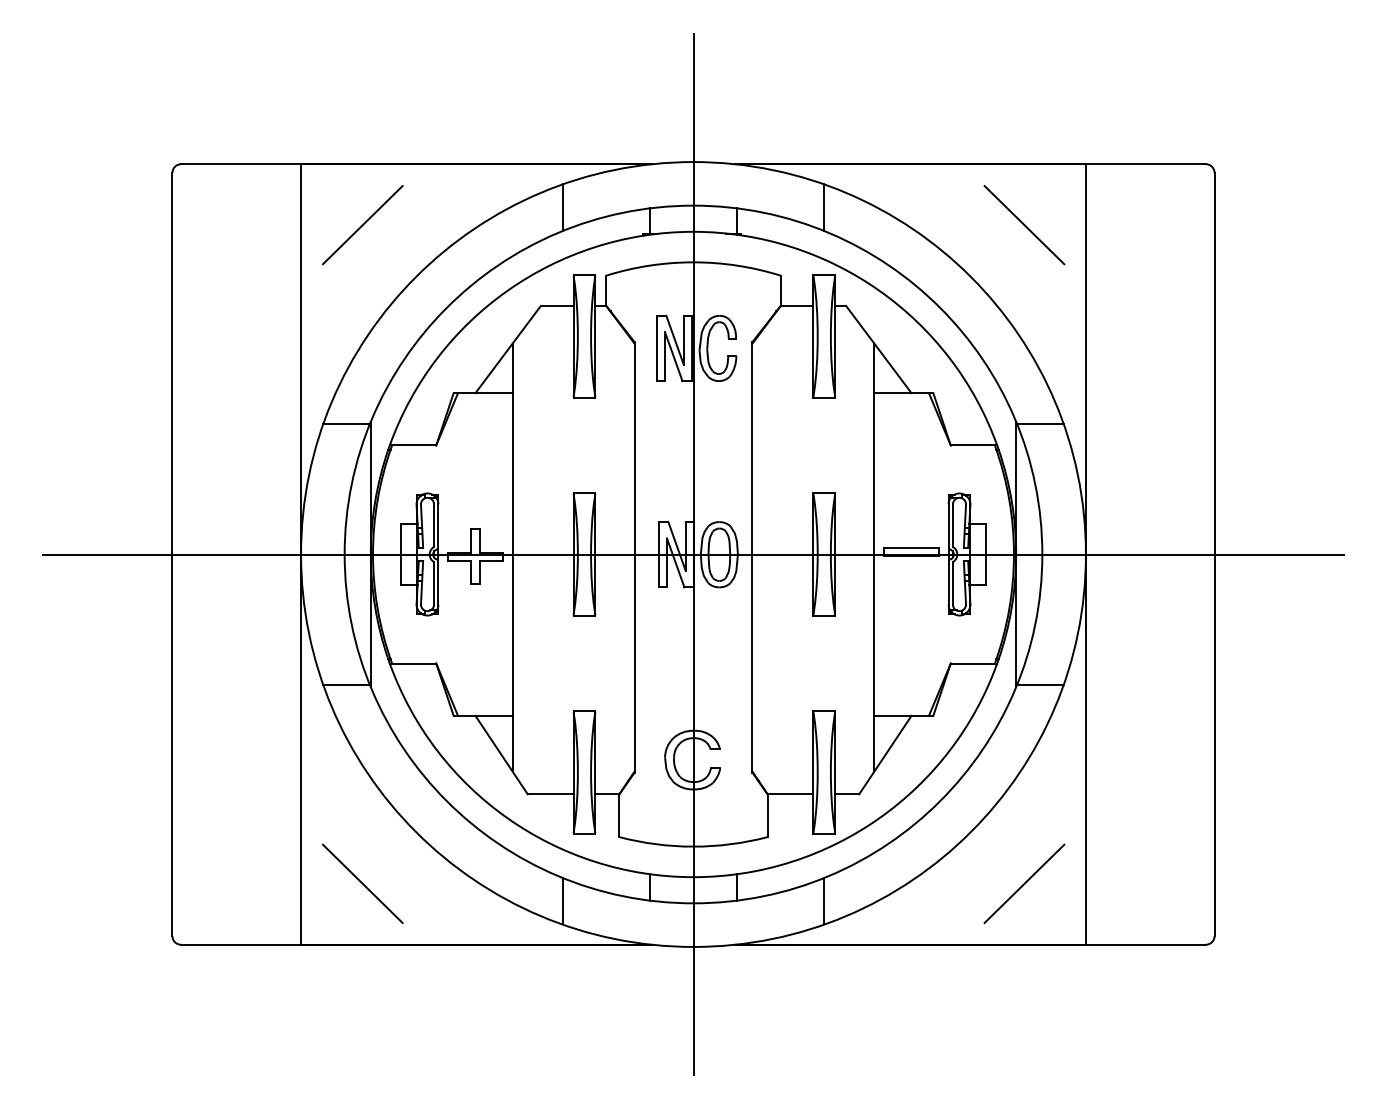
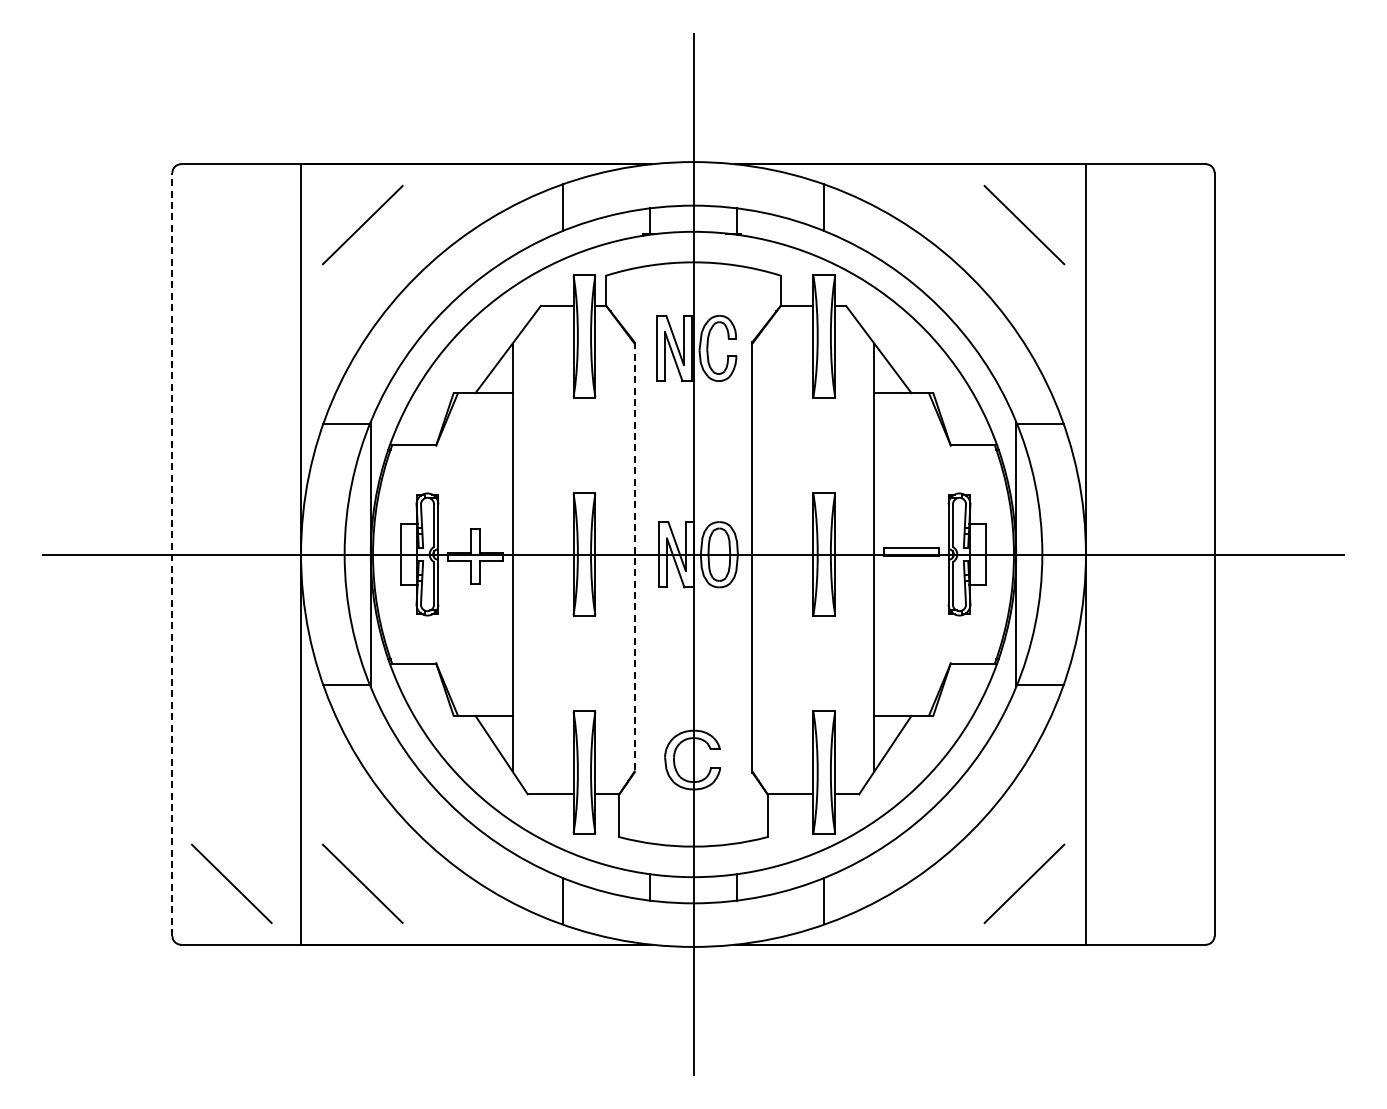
line at (172, 554): solid -> dashed
line at (634, 557): solid -> dashed
line at (231, 883): none -> present
